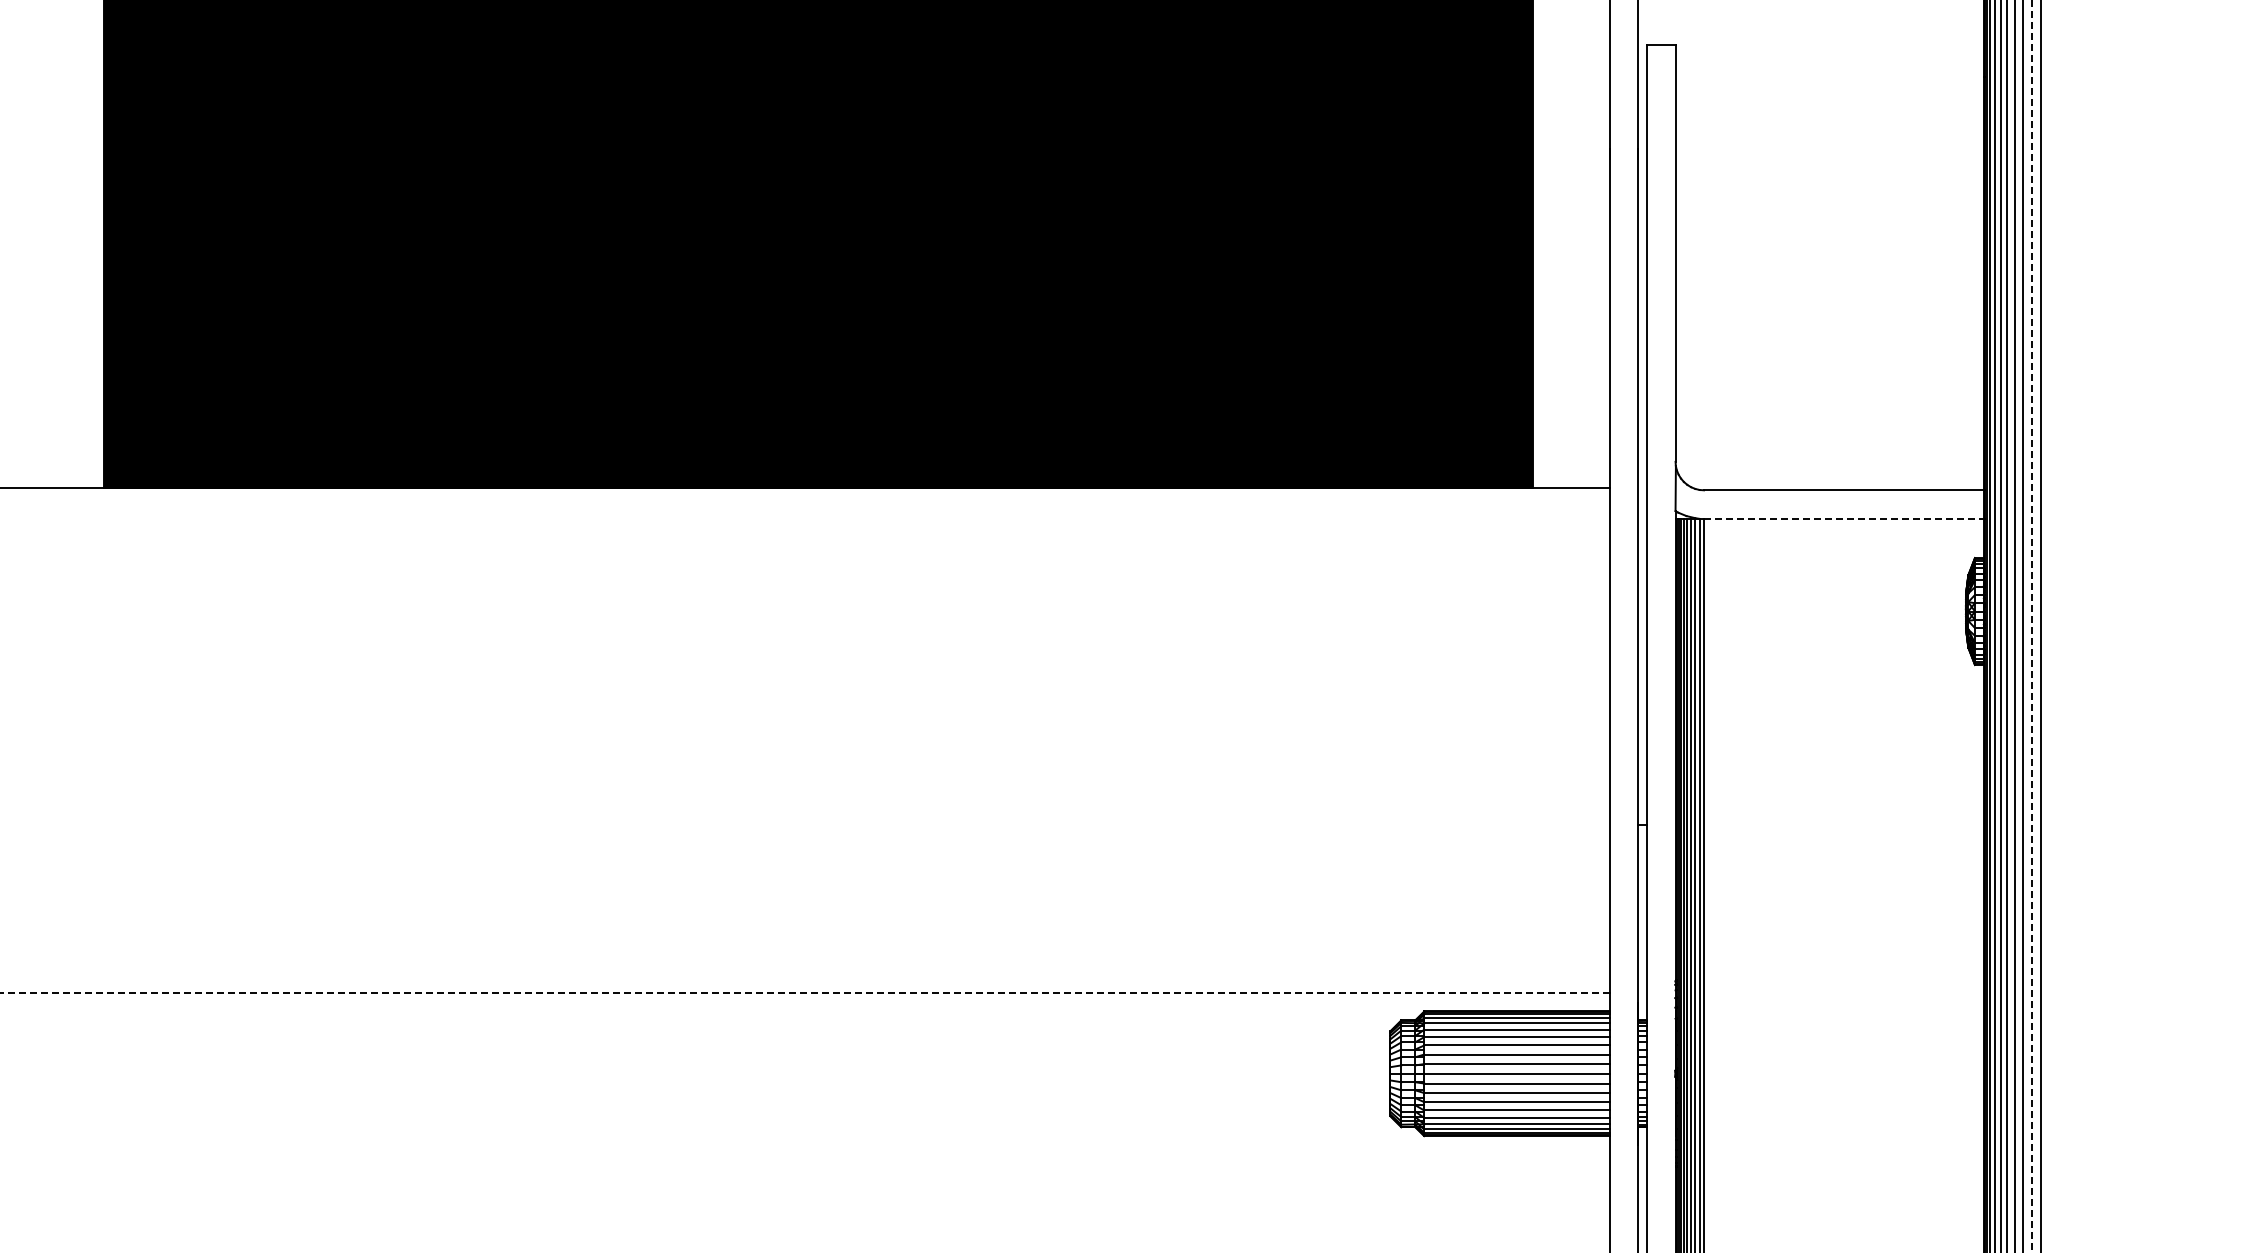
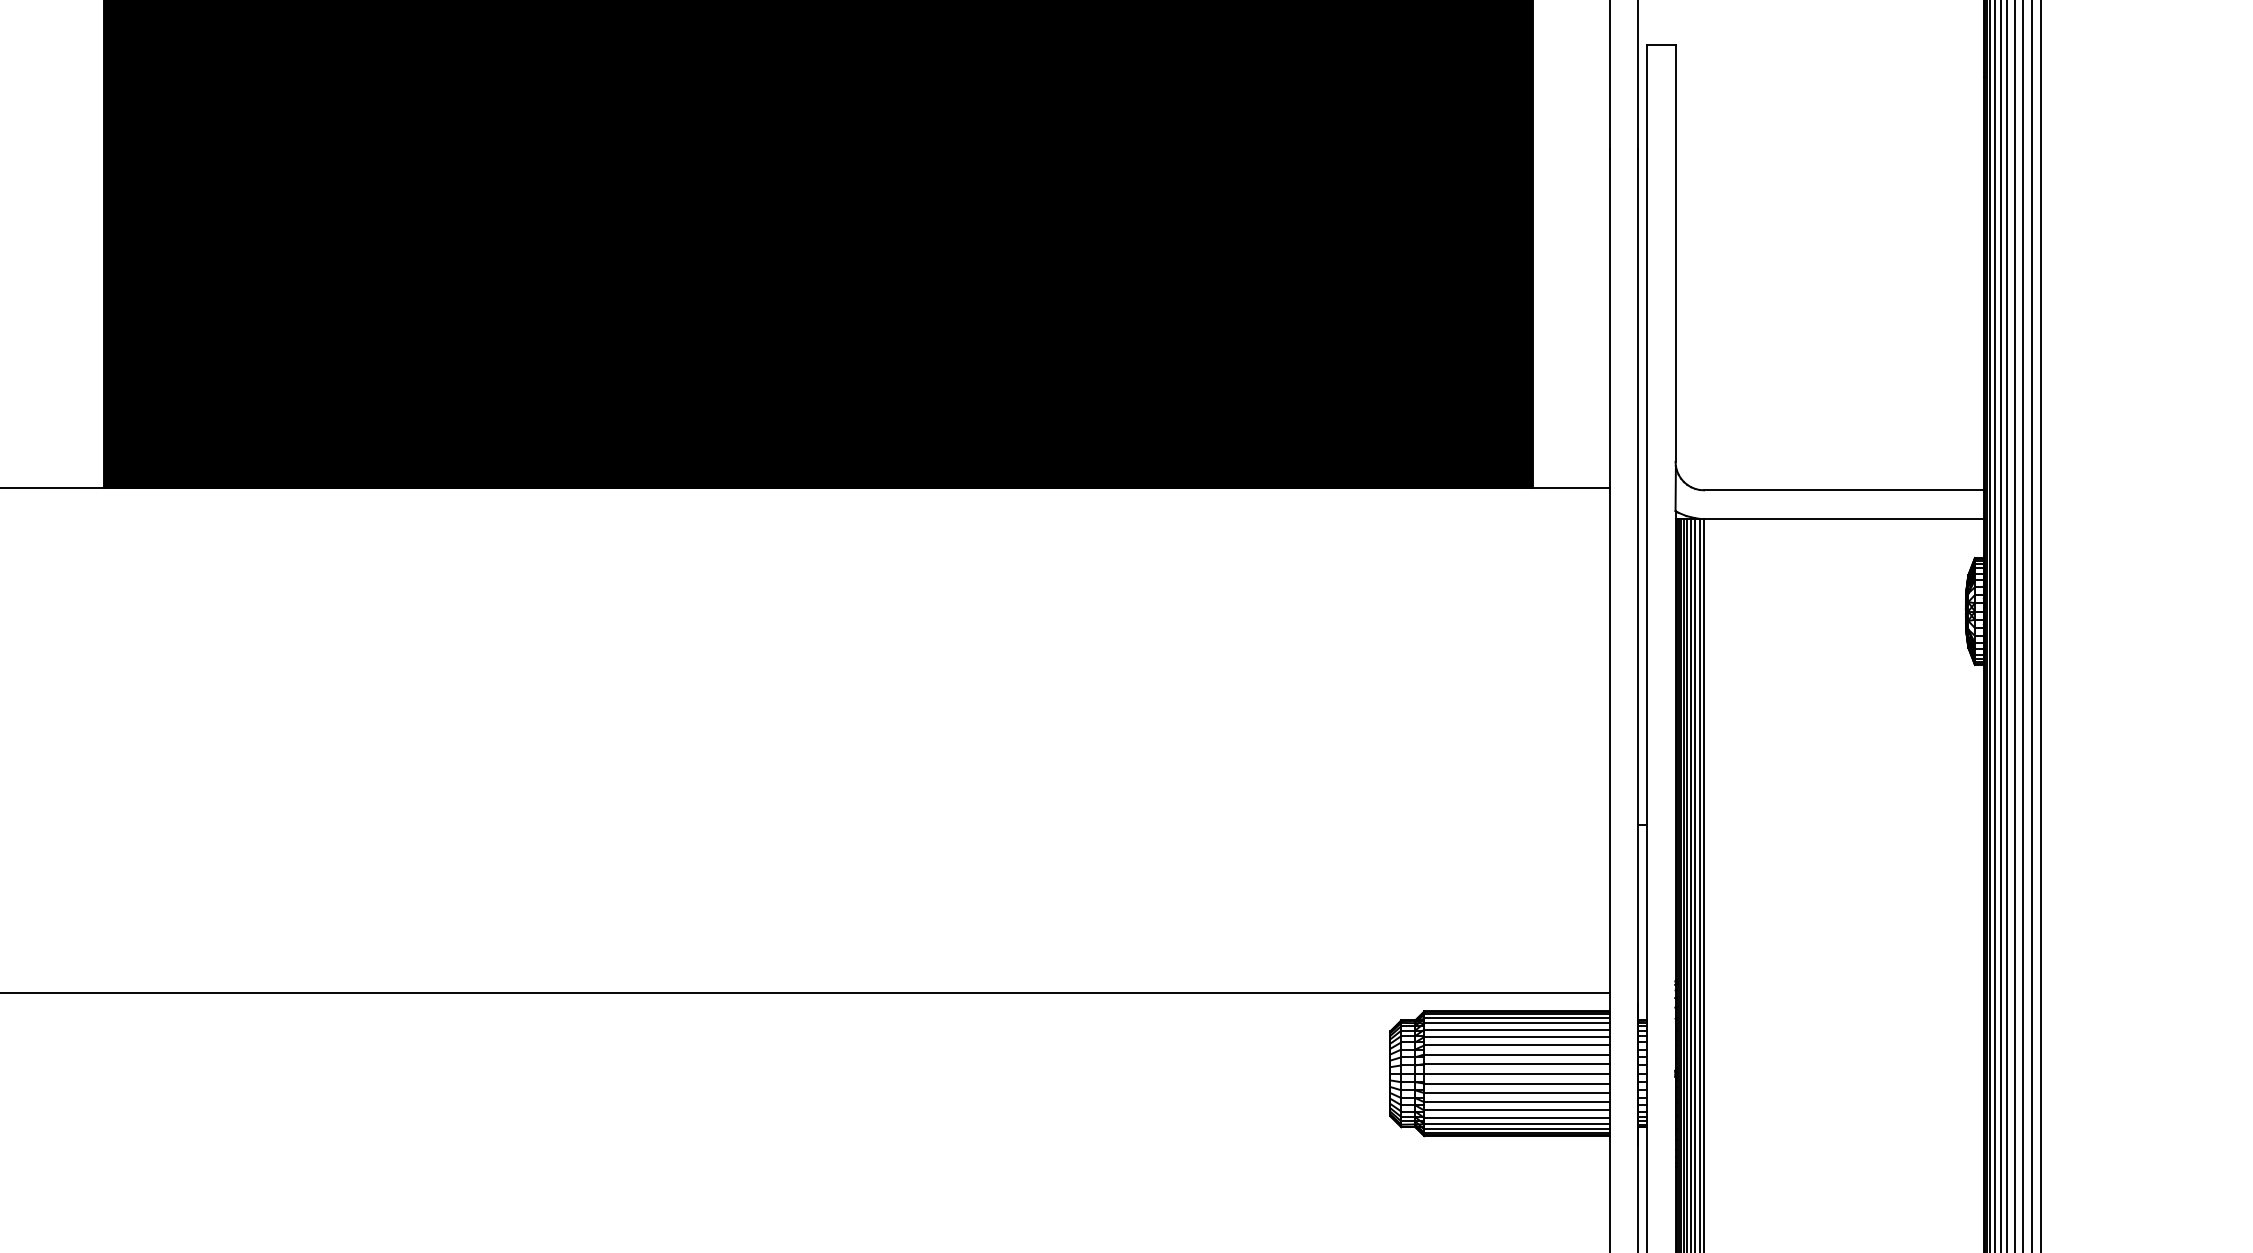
line at (1843, 518): dashed -> solid
line at (2031, 625): dashed -> solid
line at (804, 993): dashed -> solid
